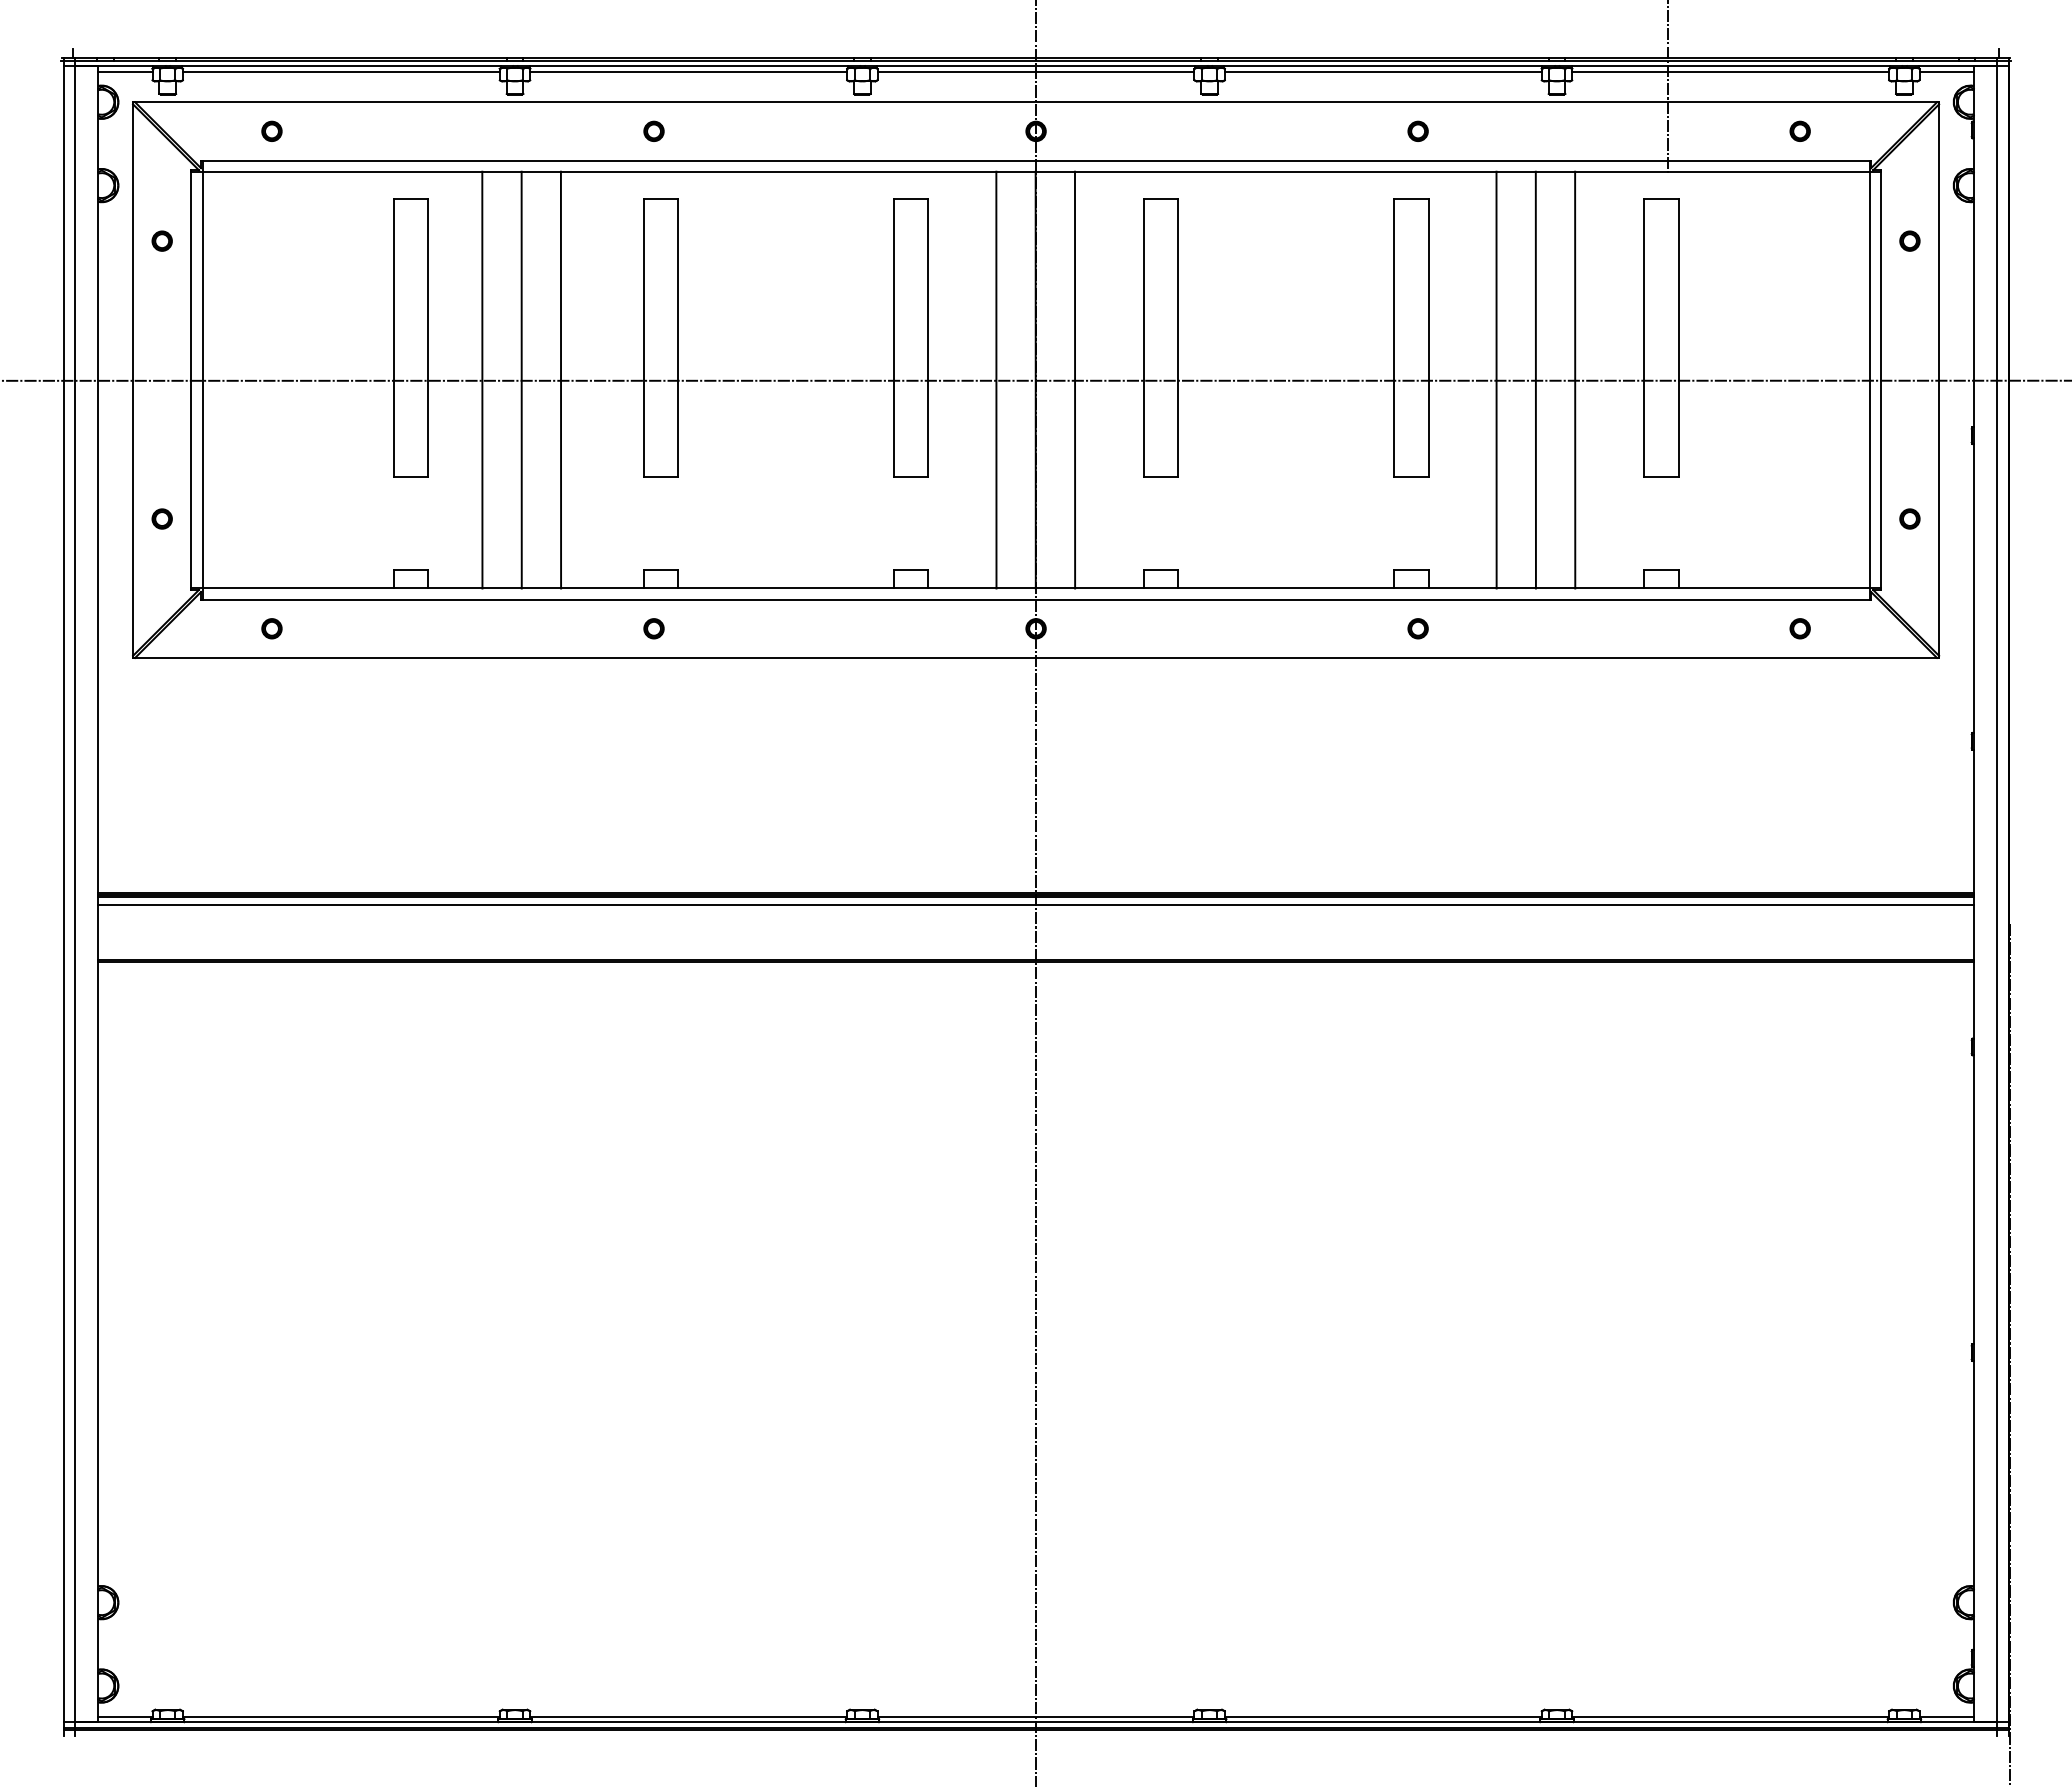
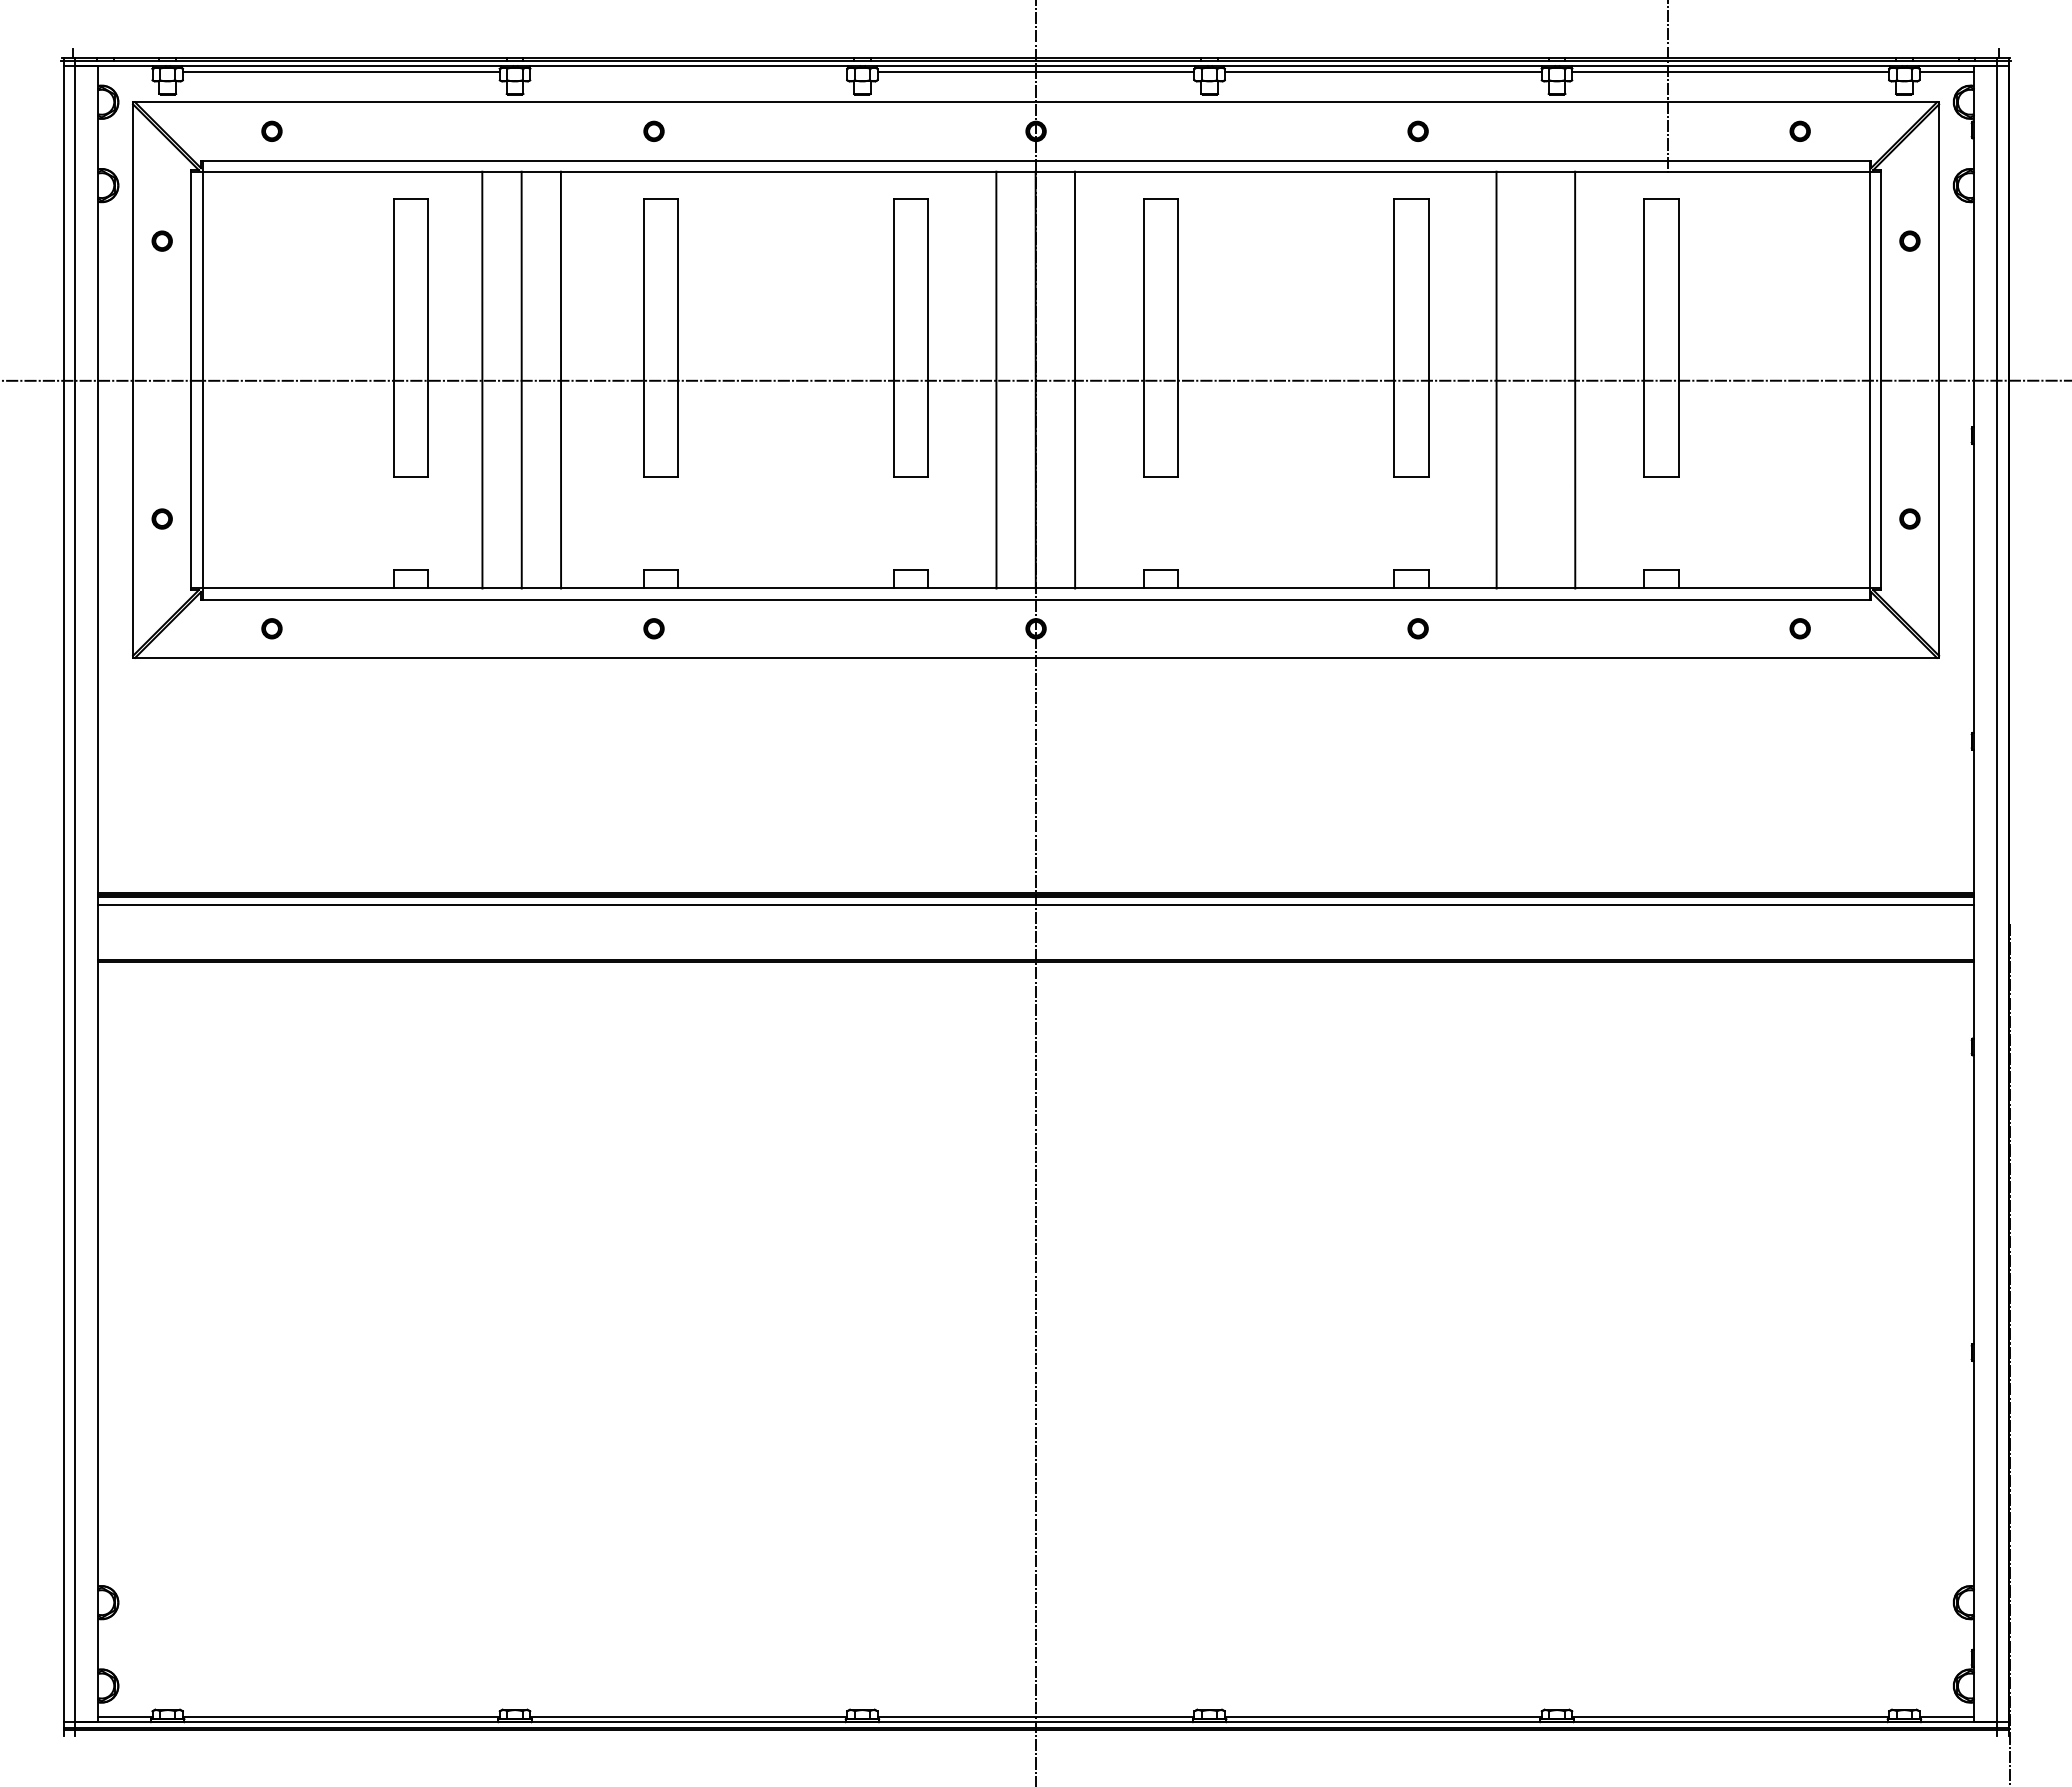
line at (125, 71): present -> none
line at (688, 71): present -> none
line at (1535, 379): present -> none
